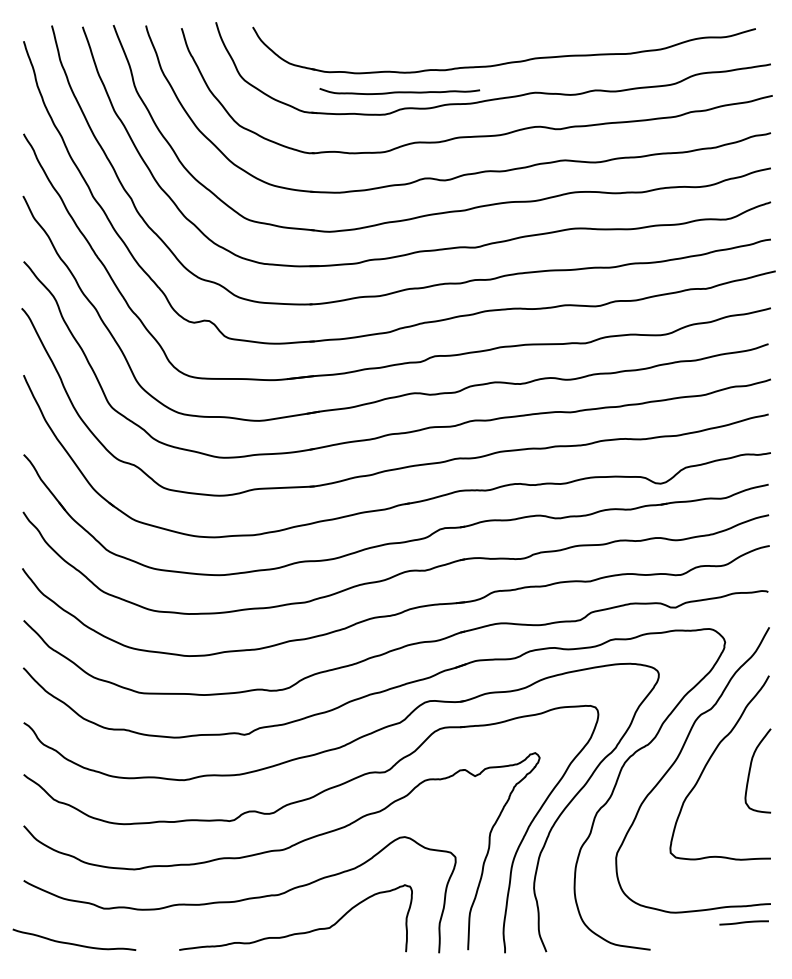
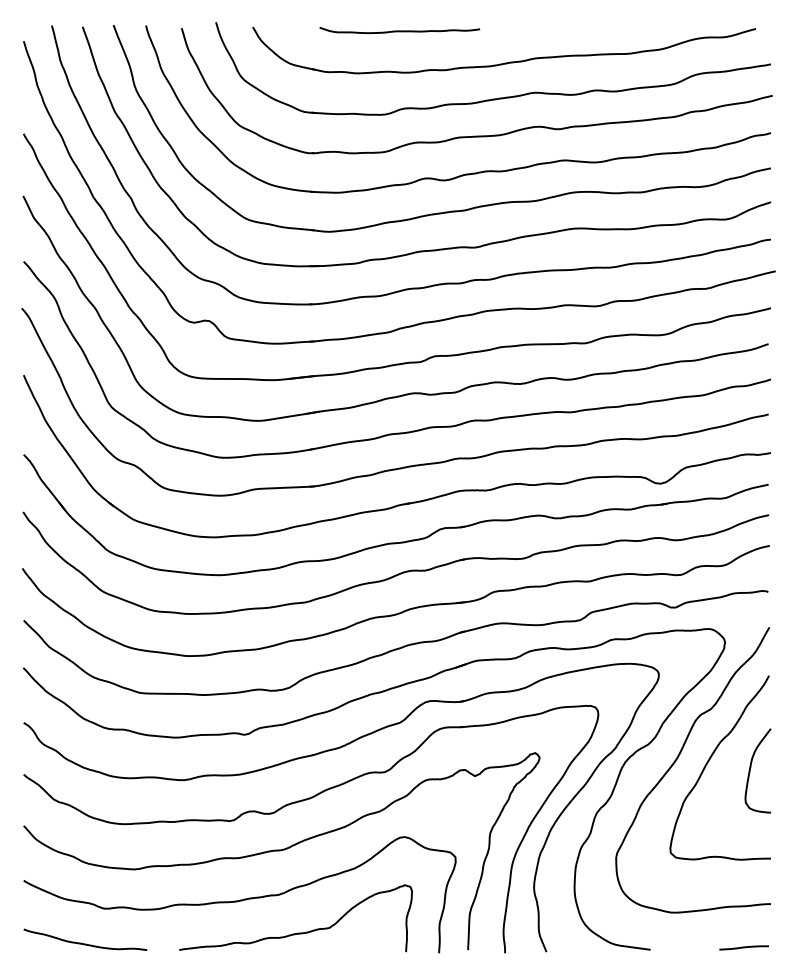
curve at (399, 91) position: (399, 91) -> (399, 30)
line at (743, 922) position: (743, 922) -> (743, 947)
curve at (74, 943) position: (74, 943) -> (85, 943)
